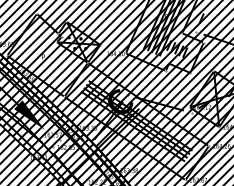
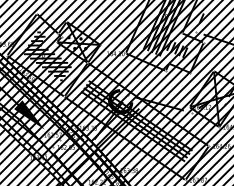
hatch at (47, 56): none -> present
